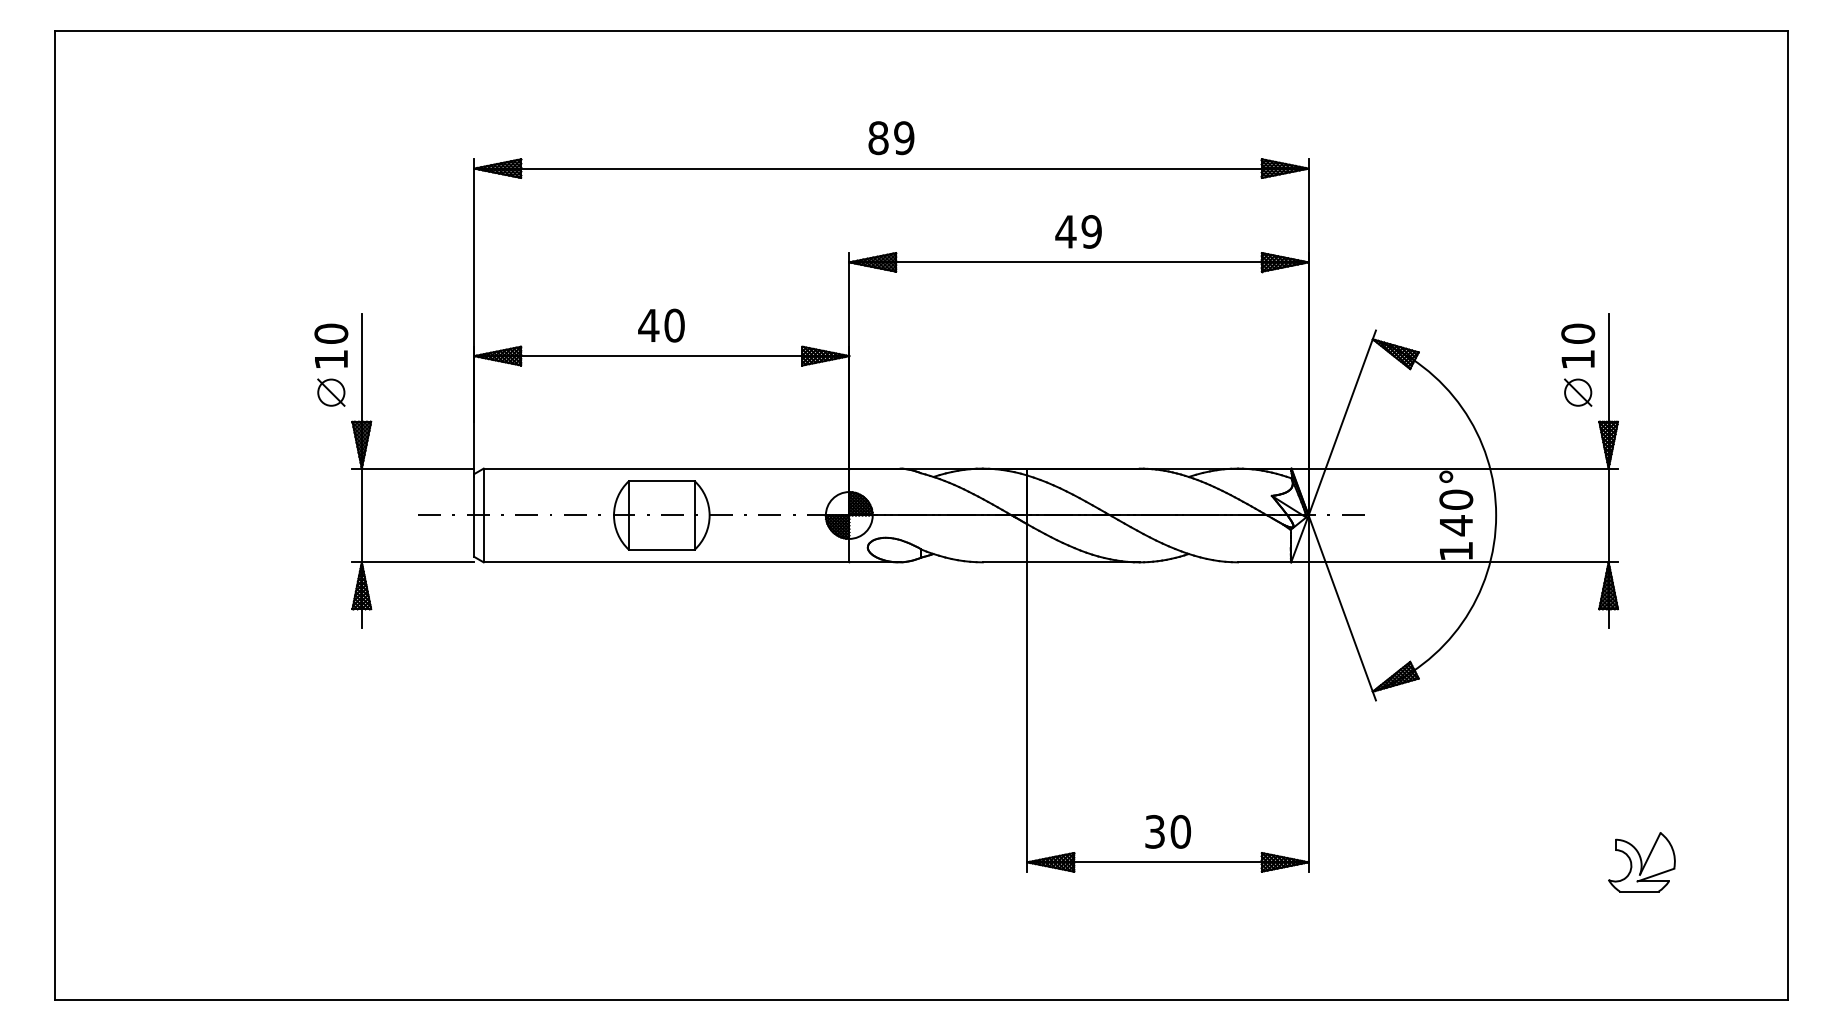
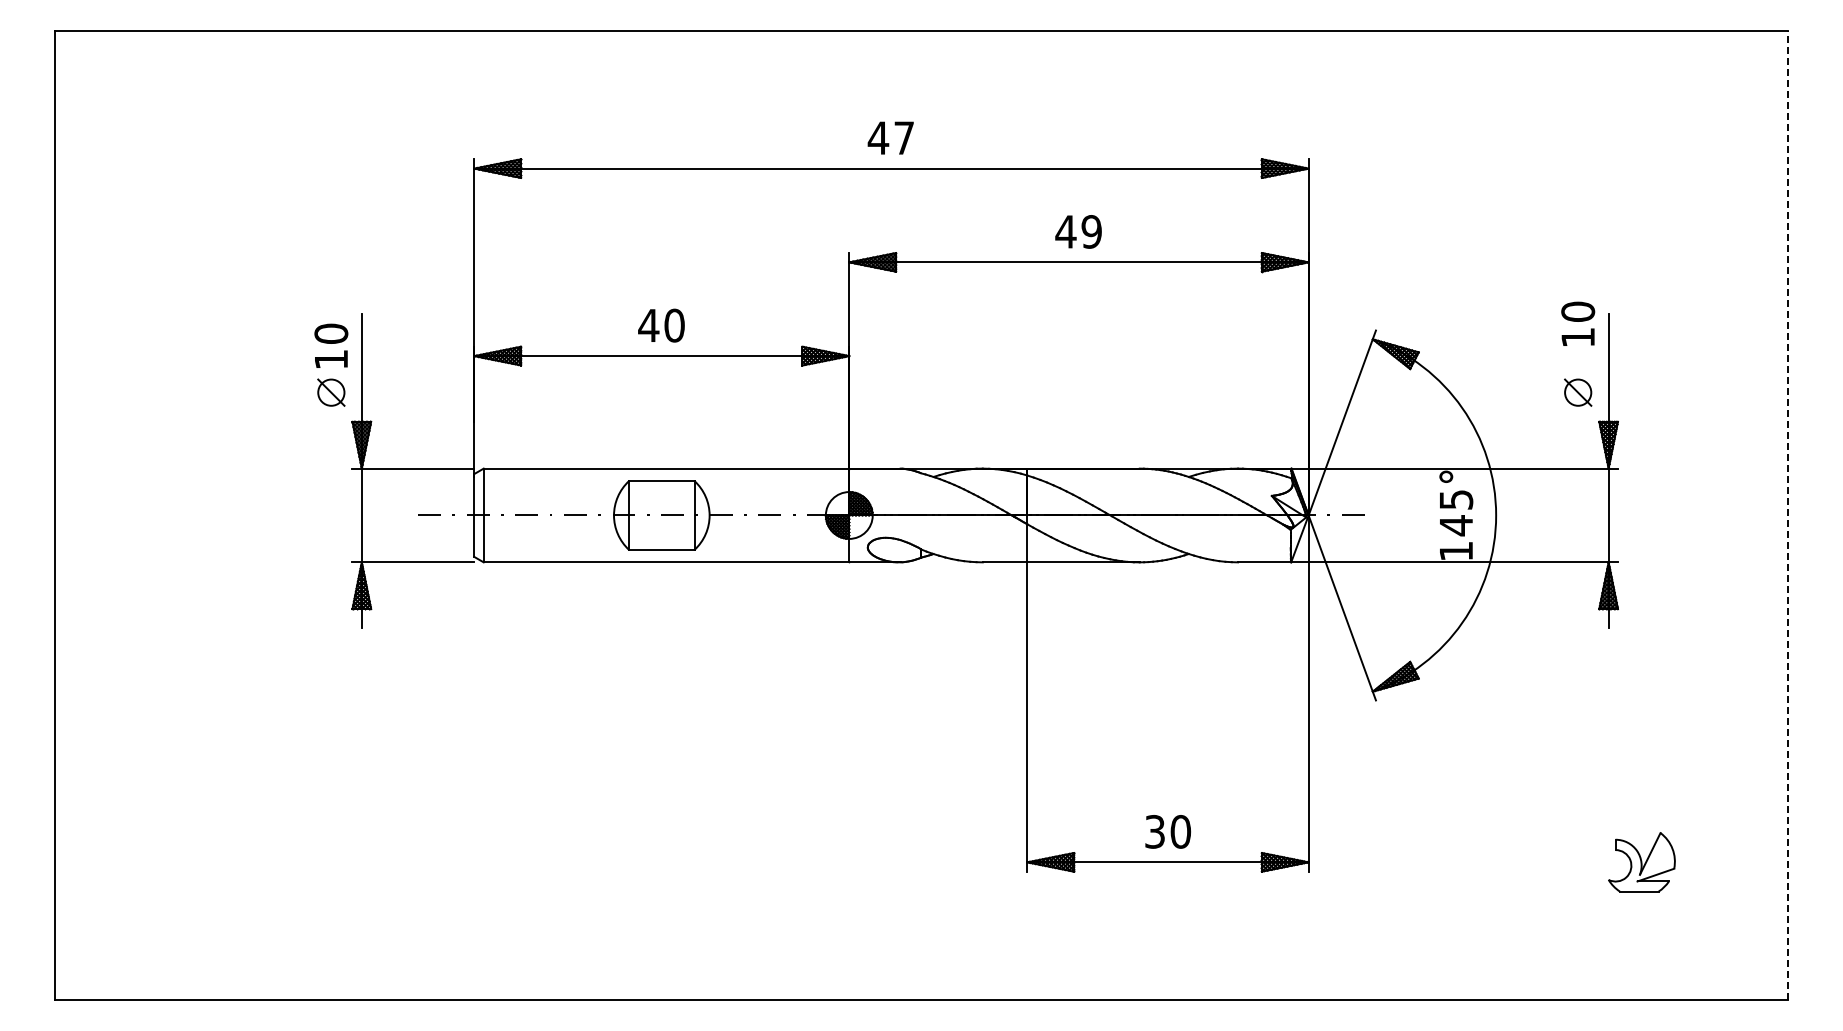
text at (890, 138): 89 -> 47
text at (1578, 345) position: (1578, 345) -> (1578, 323)
text at (1456, 499): 140° -> 145°
line at (1787, 515): solid -> dashed
